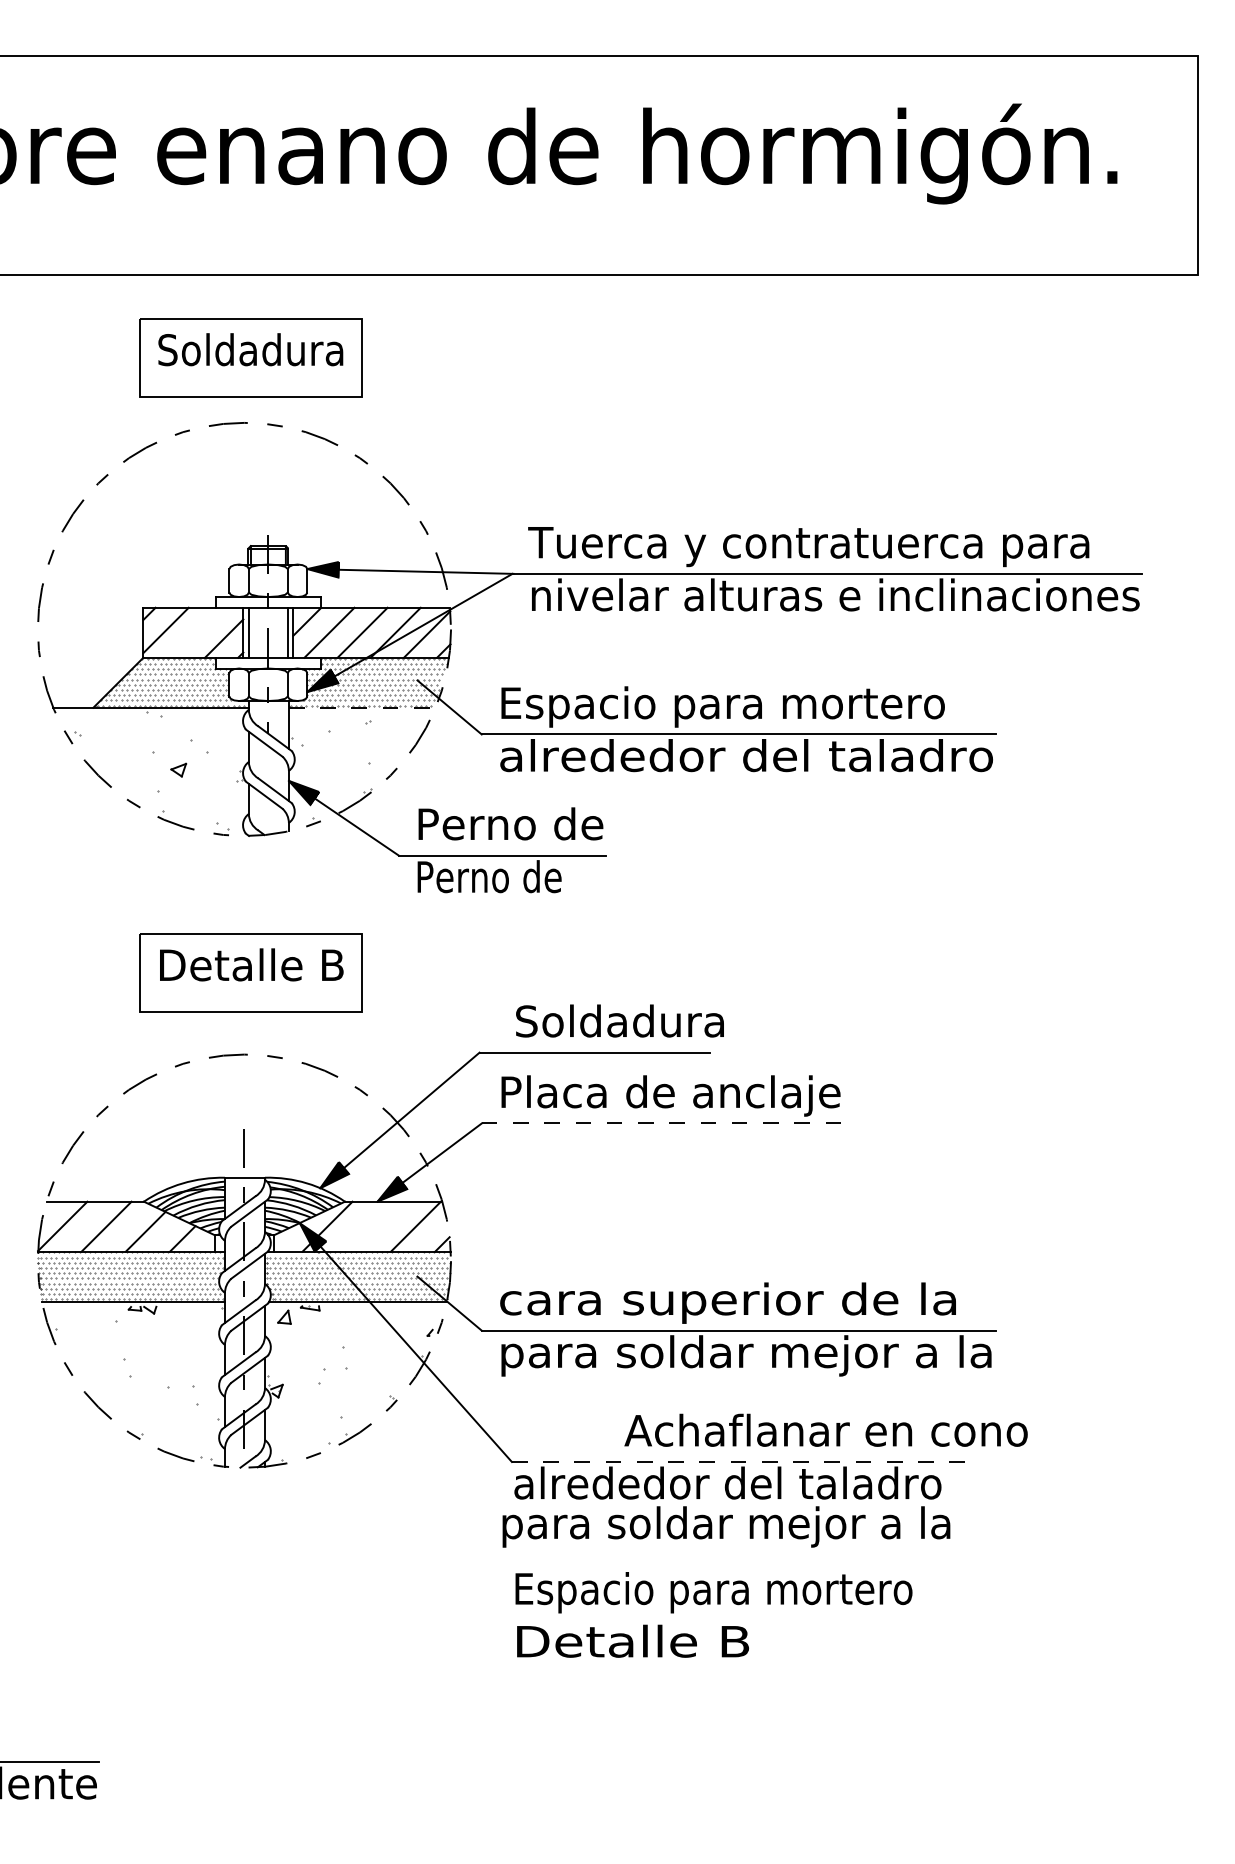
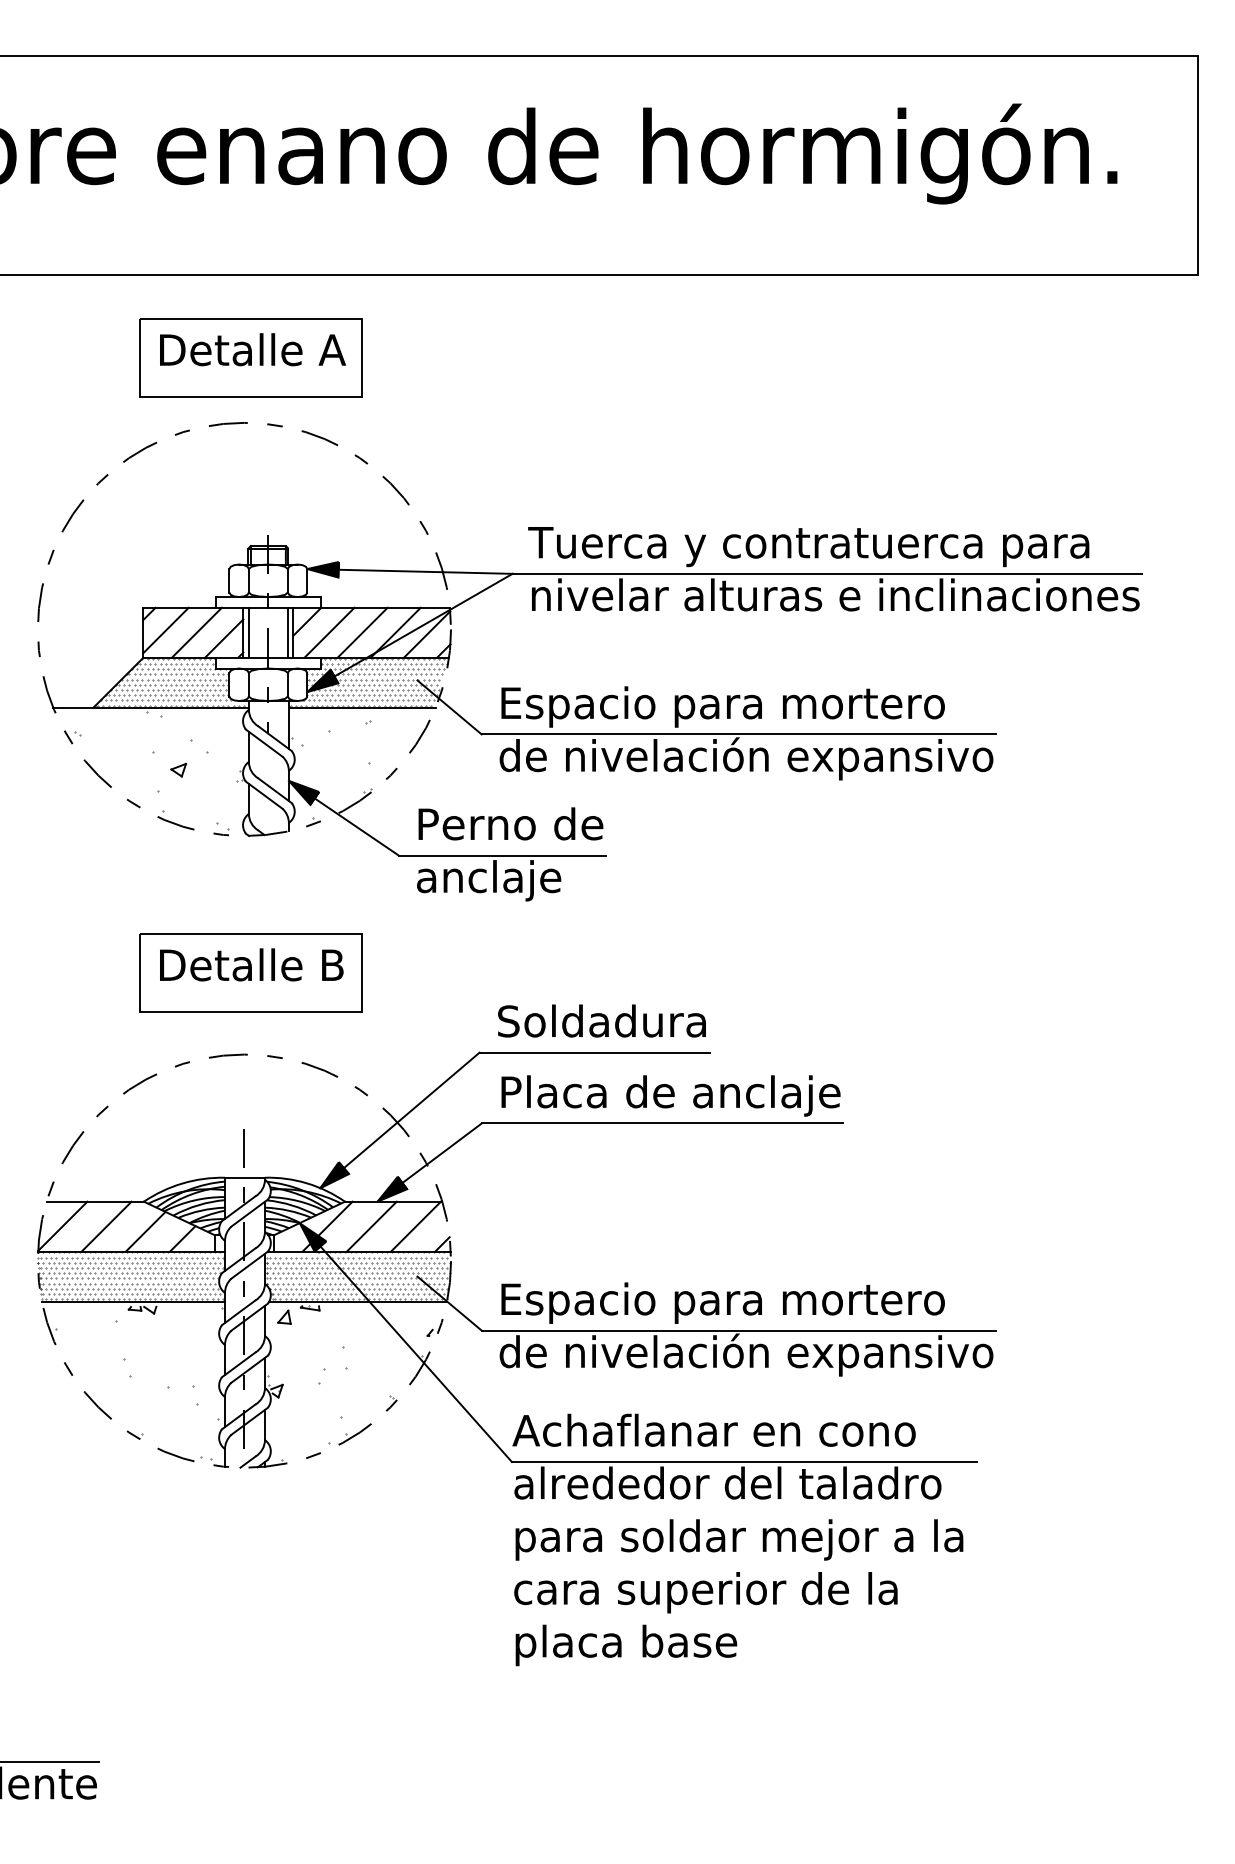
text at (252, 349): Soldadura -> Detalle A
line at (196, 632): none -> present
line at (362, 707): dashed -> solid
text at (746, 758): alrededor del taladro -> de nivelación expansivo
text at (489, 880): Perno de -> anclaje
text at (619, 1020) position: (619, 1020) -> (601, 1020)
line at (662, 1123): dashed -> solid
line at (371, 1226): none -> present
text at (727, 1302): cara superior de la -> Espacio para mortero
text at (746, 1354): para soldar mejor a la -> de nivelación expansivo
text at (825, 1429) position: (825, 1429) -> (713, 1429)
line at (744, 1461): dashed -> solid
text at (726, 1526) position: (726, 1526) -> (739, 1539)
text at (713, 1592): Espacio para mortero -> cara superior de la
text at (632, 1645): Detalle B -> placa base
